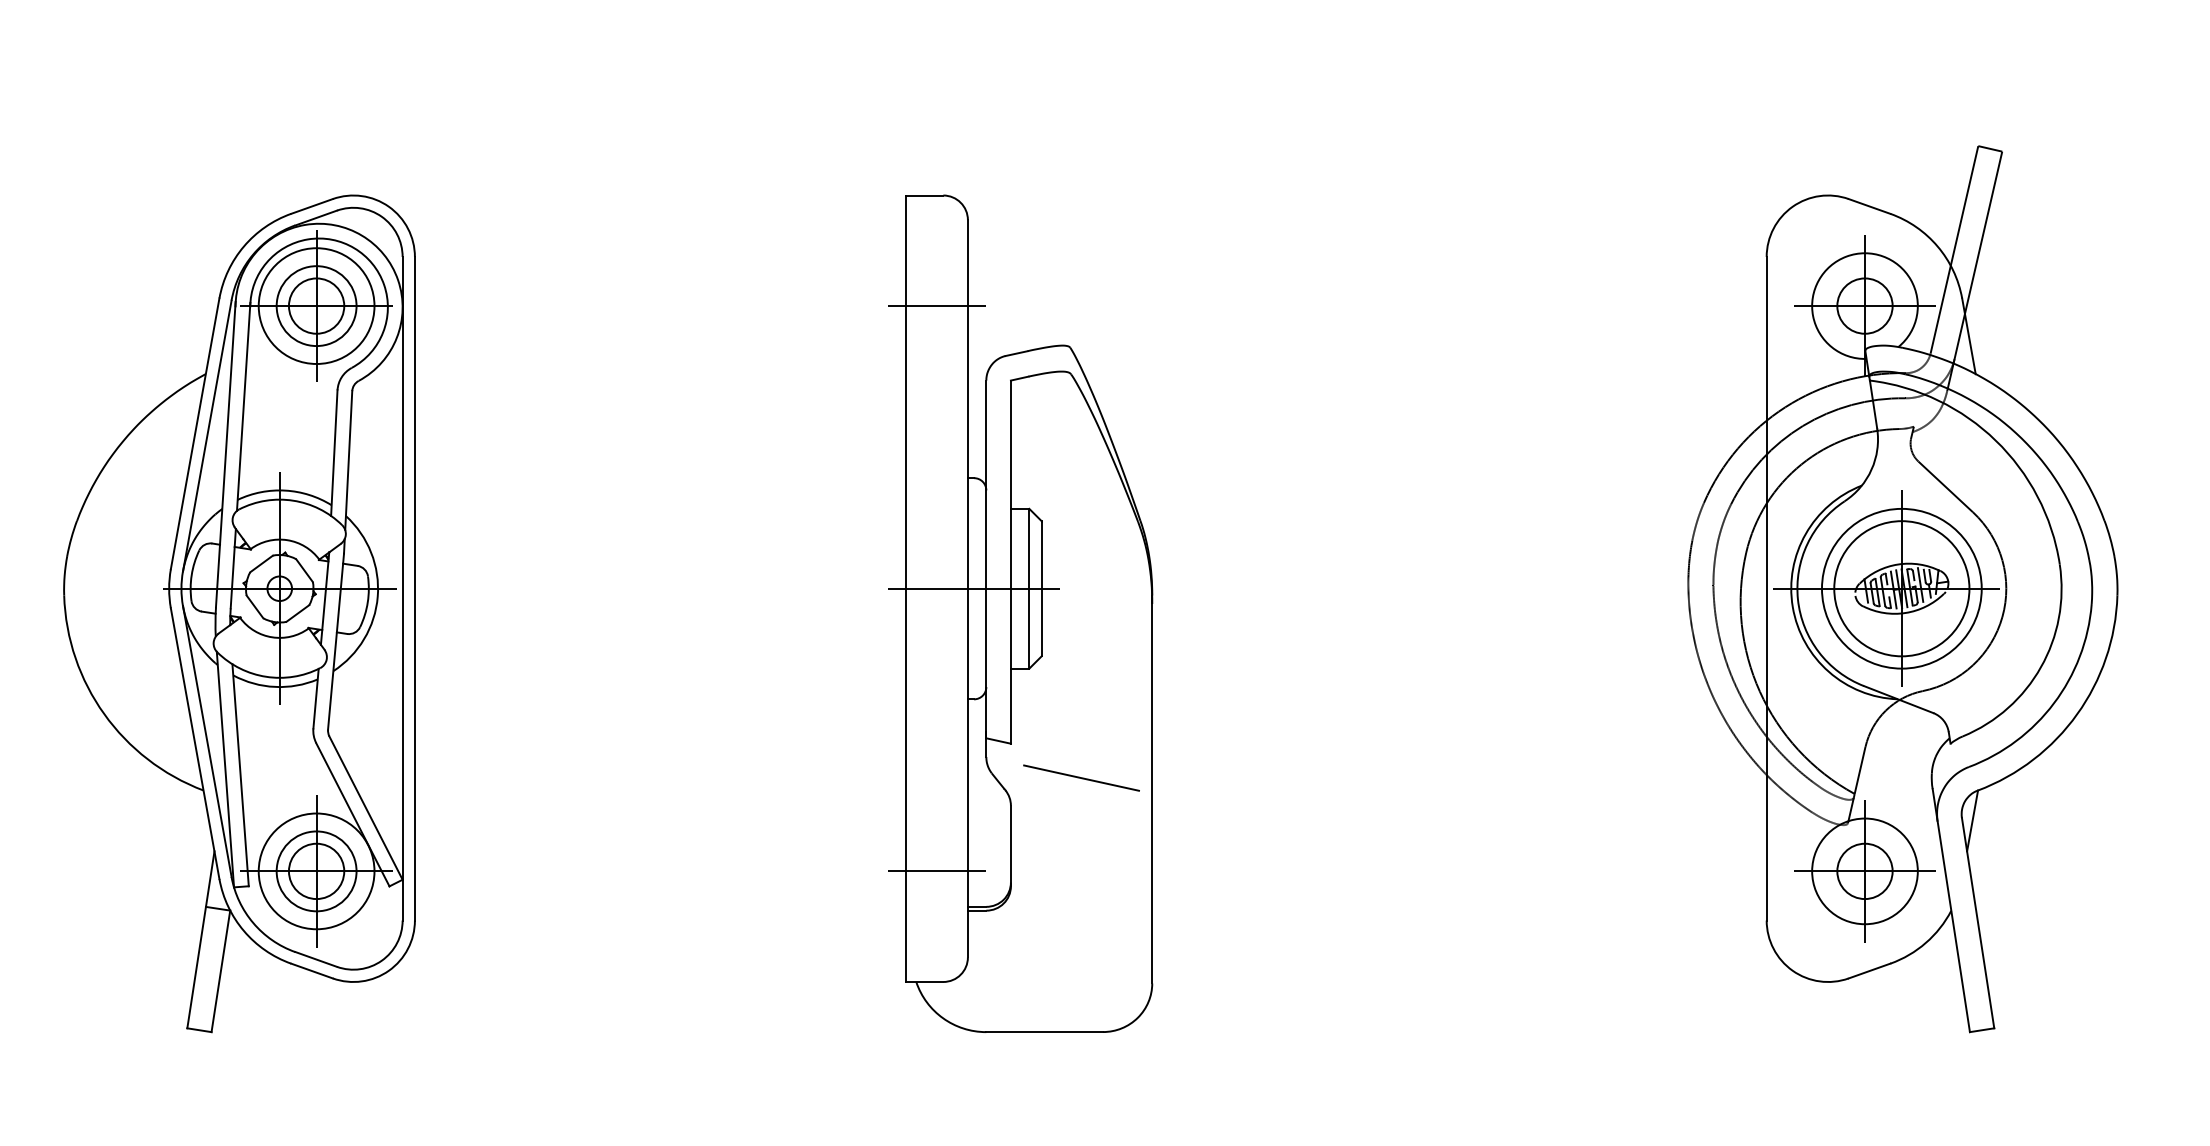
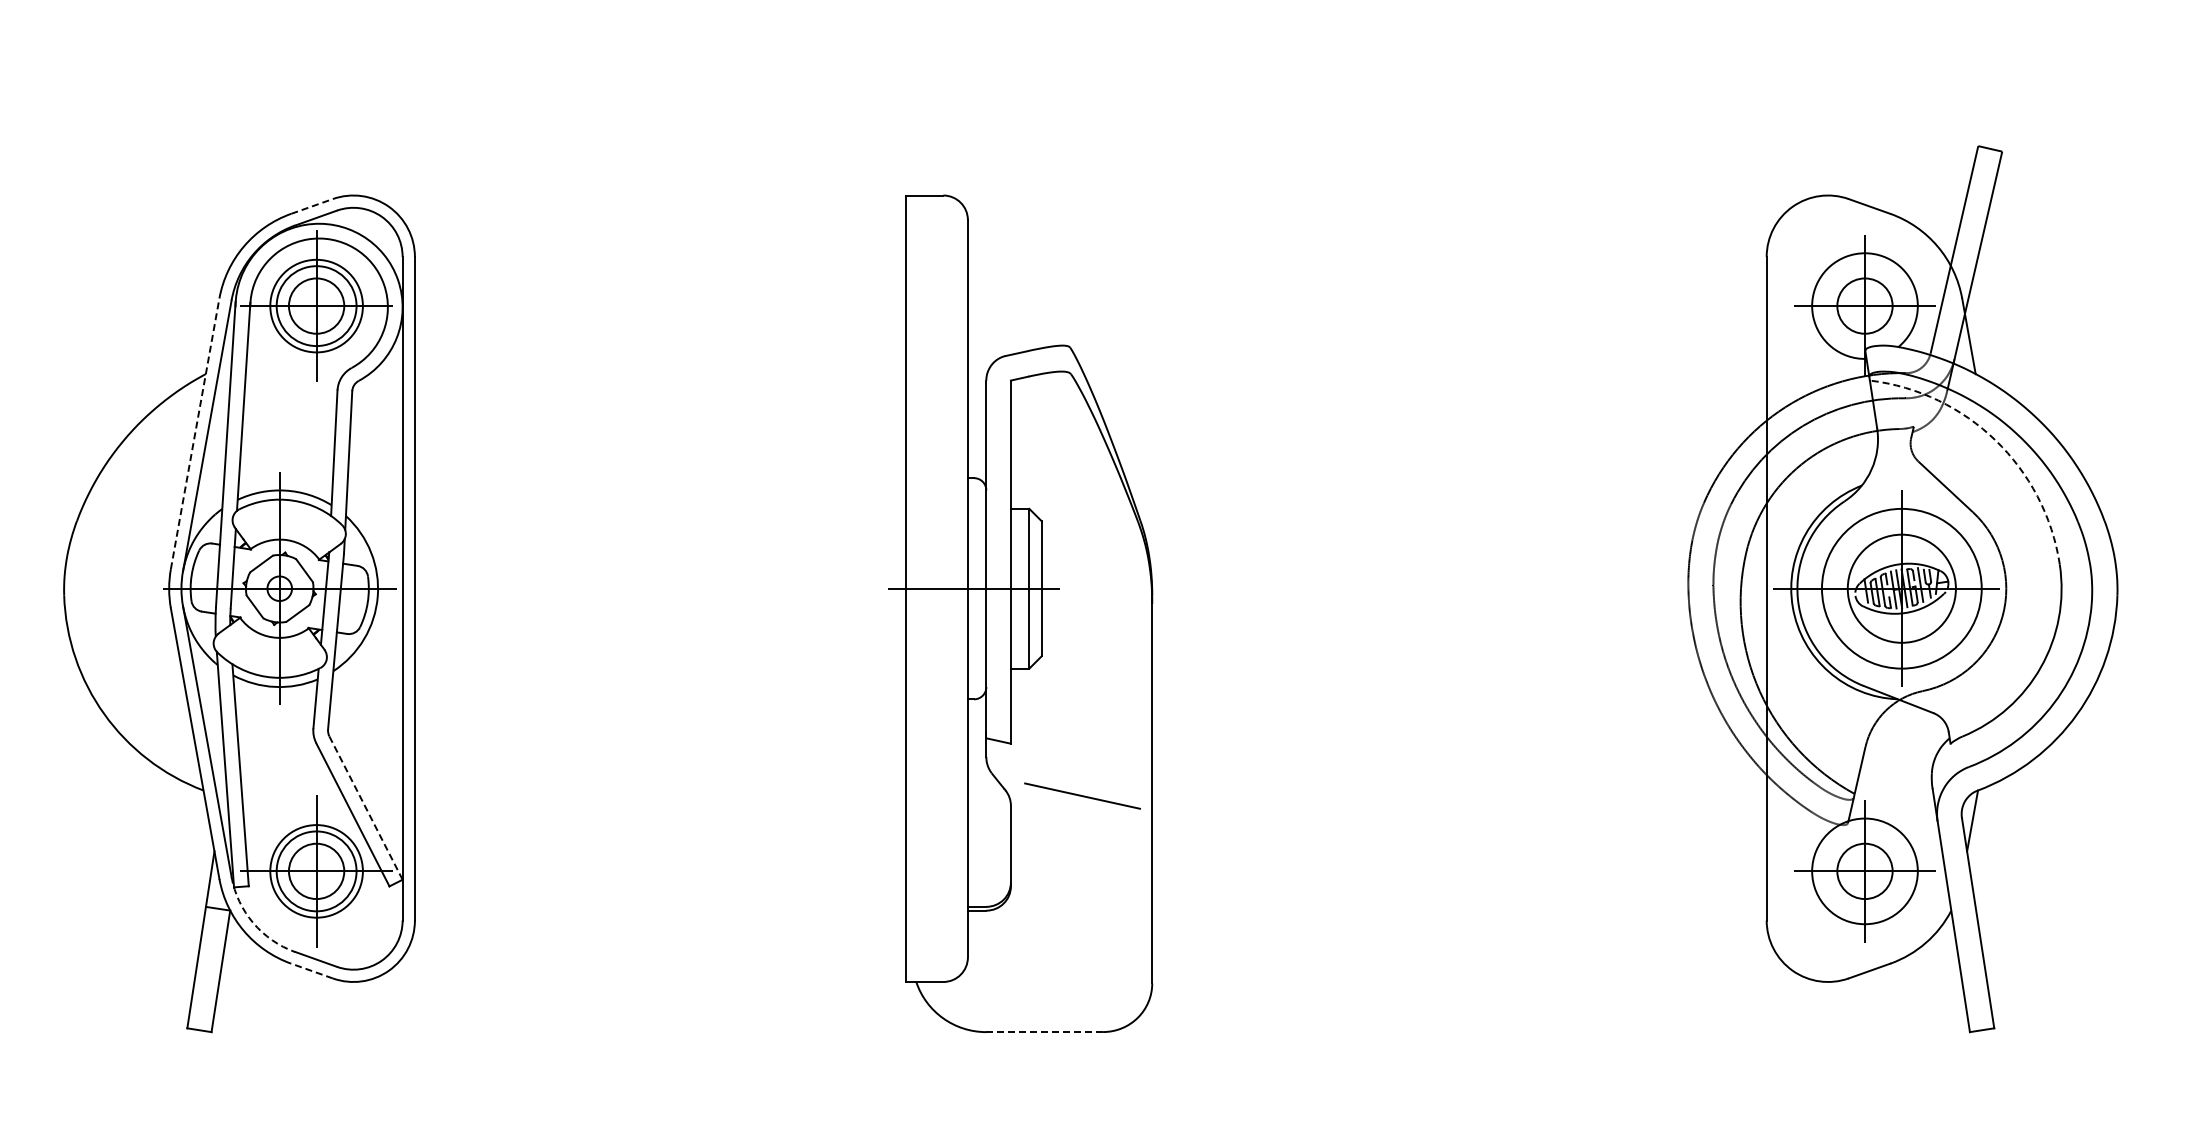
line at (312, 206): solid -> dashed
circle at (316, 305) diameter: 116 px -> 93 px
line at (937, 306): present -> none
line at (195, 433): solid -> dashed
arc at (1995, 440): solid -> dashed
circle at (1901, 588) diameter: 135 px -> 108 px
line at (1081, 777) position: (1081, 777) -> (1082, 795)
line at (366, 808): solid -> dashed
circle at (316, 871) diameter: 116 px -> 93 px
line at (937, 871): present -> none
arc at (253, 923): solid -> dashed
line at (311, 970): solid -> dashed
line at (1045, 1032): solid -> dashed
